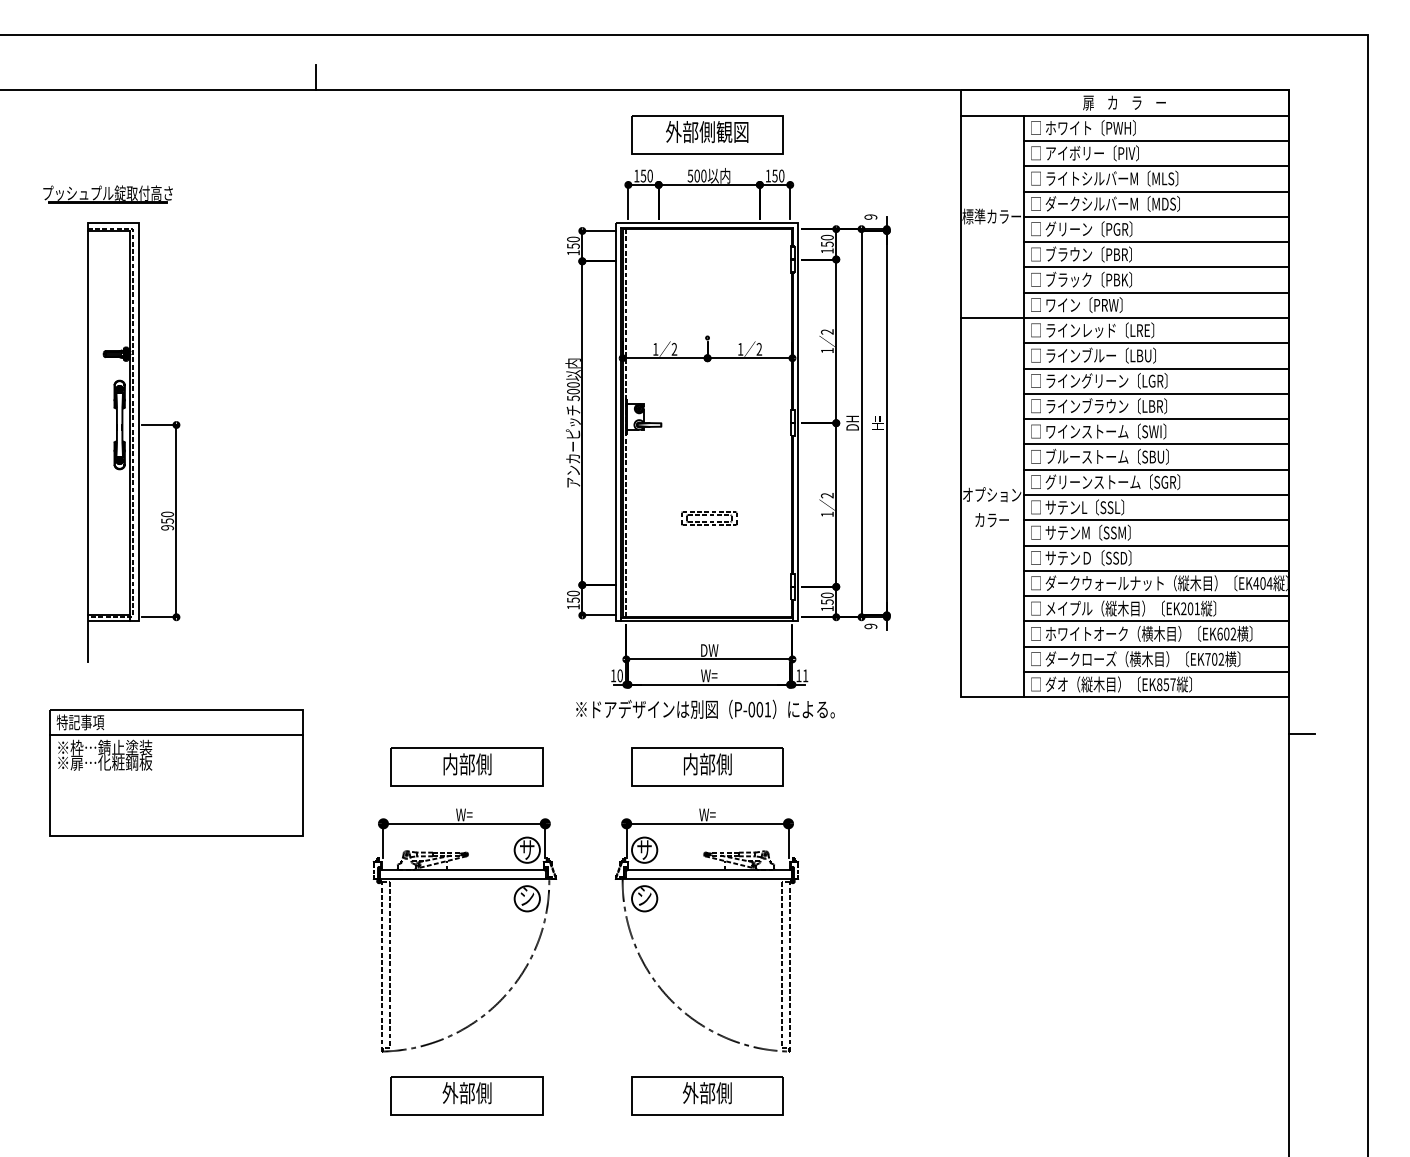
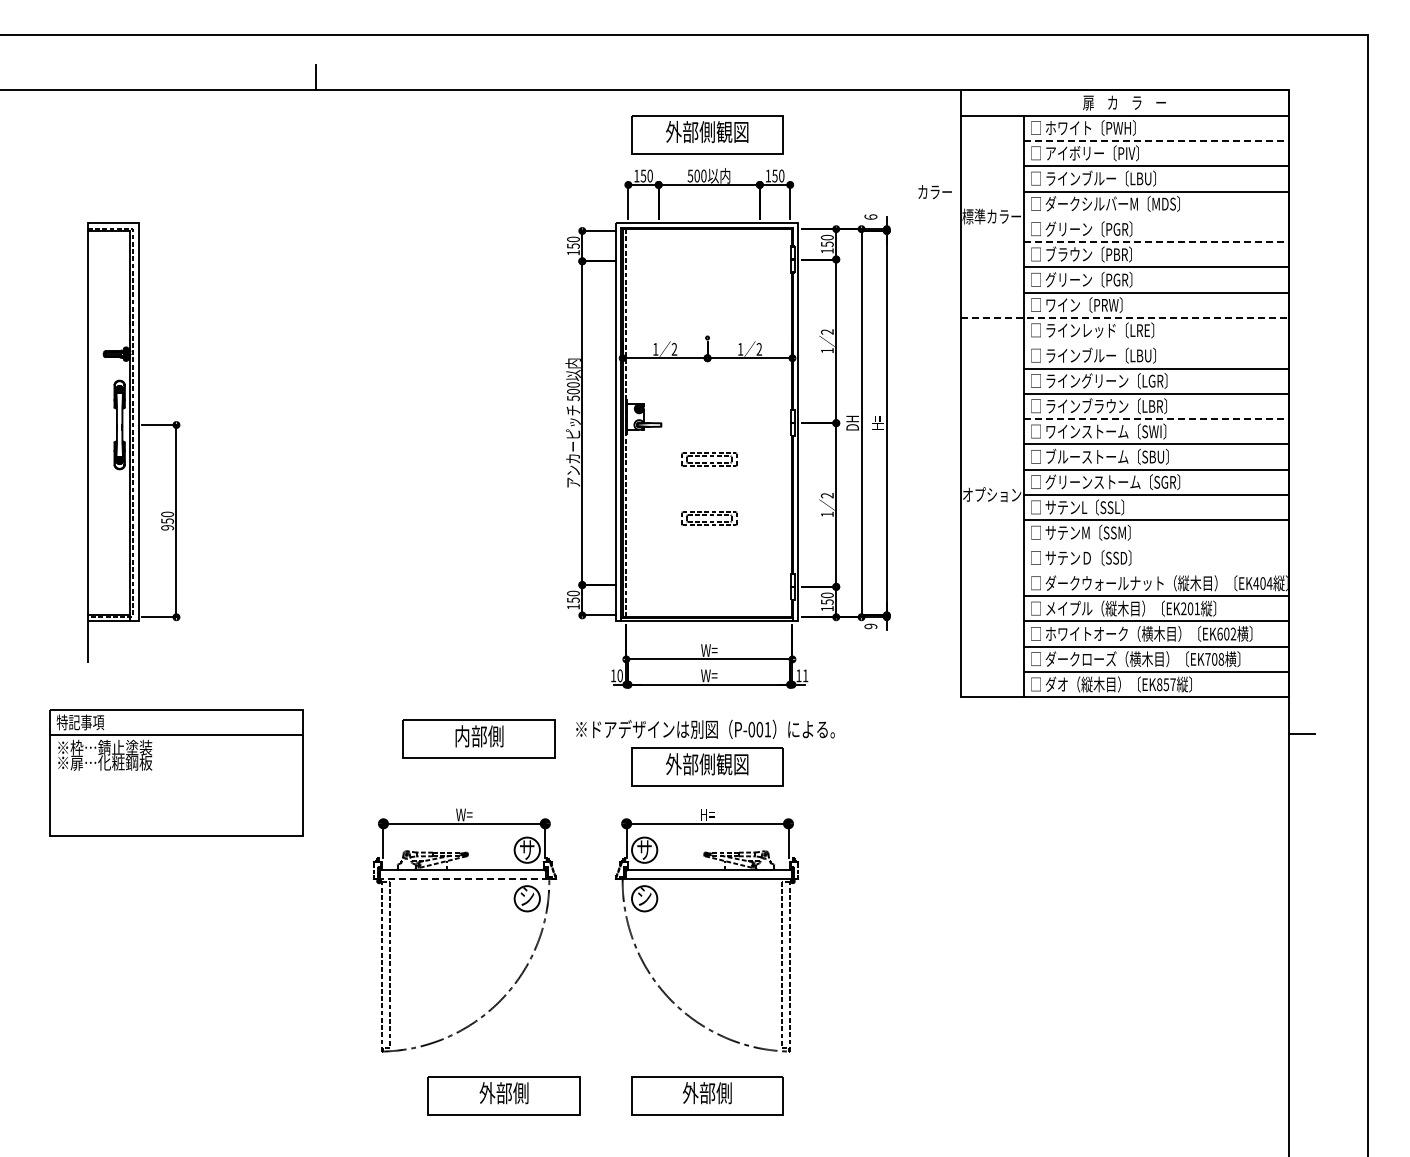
line at (1156, 140): solid -> dashed
text at (1124, 178): □ ライトシルバーM〔MLS〕 -> □ ラインブルー〔LBU〕
part at (107, 194): present -> none
text at (870, 216): 9 -> 6
line at (1156, 216): present -> none
line at (1156, 242): solid -> dashed
text at (1088, 279): □ ブラック〔PBK〕 -> □ グリーン〔PGR〕
line at (1125, 317): solid -> dashed
line at (1156, 343): present -> none
line at (1156, 419): solid -> dashed
part at (709, 459): none -> present
text at (991, 520) position: (991, 520) -> (934, 192)
line at (1156, 545): present -> none
line at (1156, 570): present -> none
text at (709, 650): DW -> W=
text at (1221, 659): EK702 -> EK708
text at (705, 708) position: (705, 708) -> (705, 728)
text at (707, 764): 内部側 -> 外部側観図
part at (466, 766) position: (466, 766) -> (478, 738)
text at (707, 814): W= -> H=
line at (464, 878): solid -> dashed
part at (466, 1095) position: (466, 1095) -> (503, 1095)
